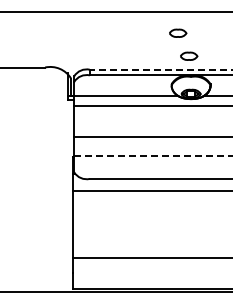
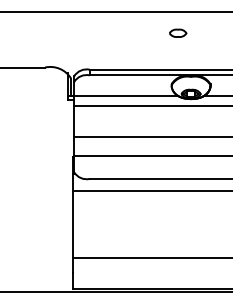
part at (189, 55): present -> none
line at (160, 69): dashed -> solid
line at (153, 155): dashed -> solid
